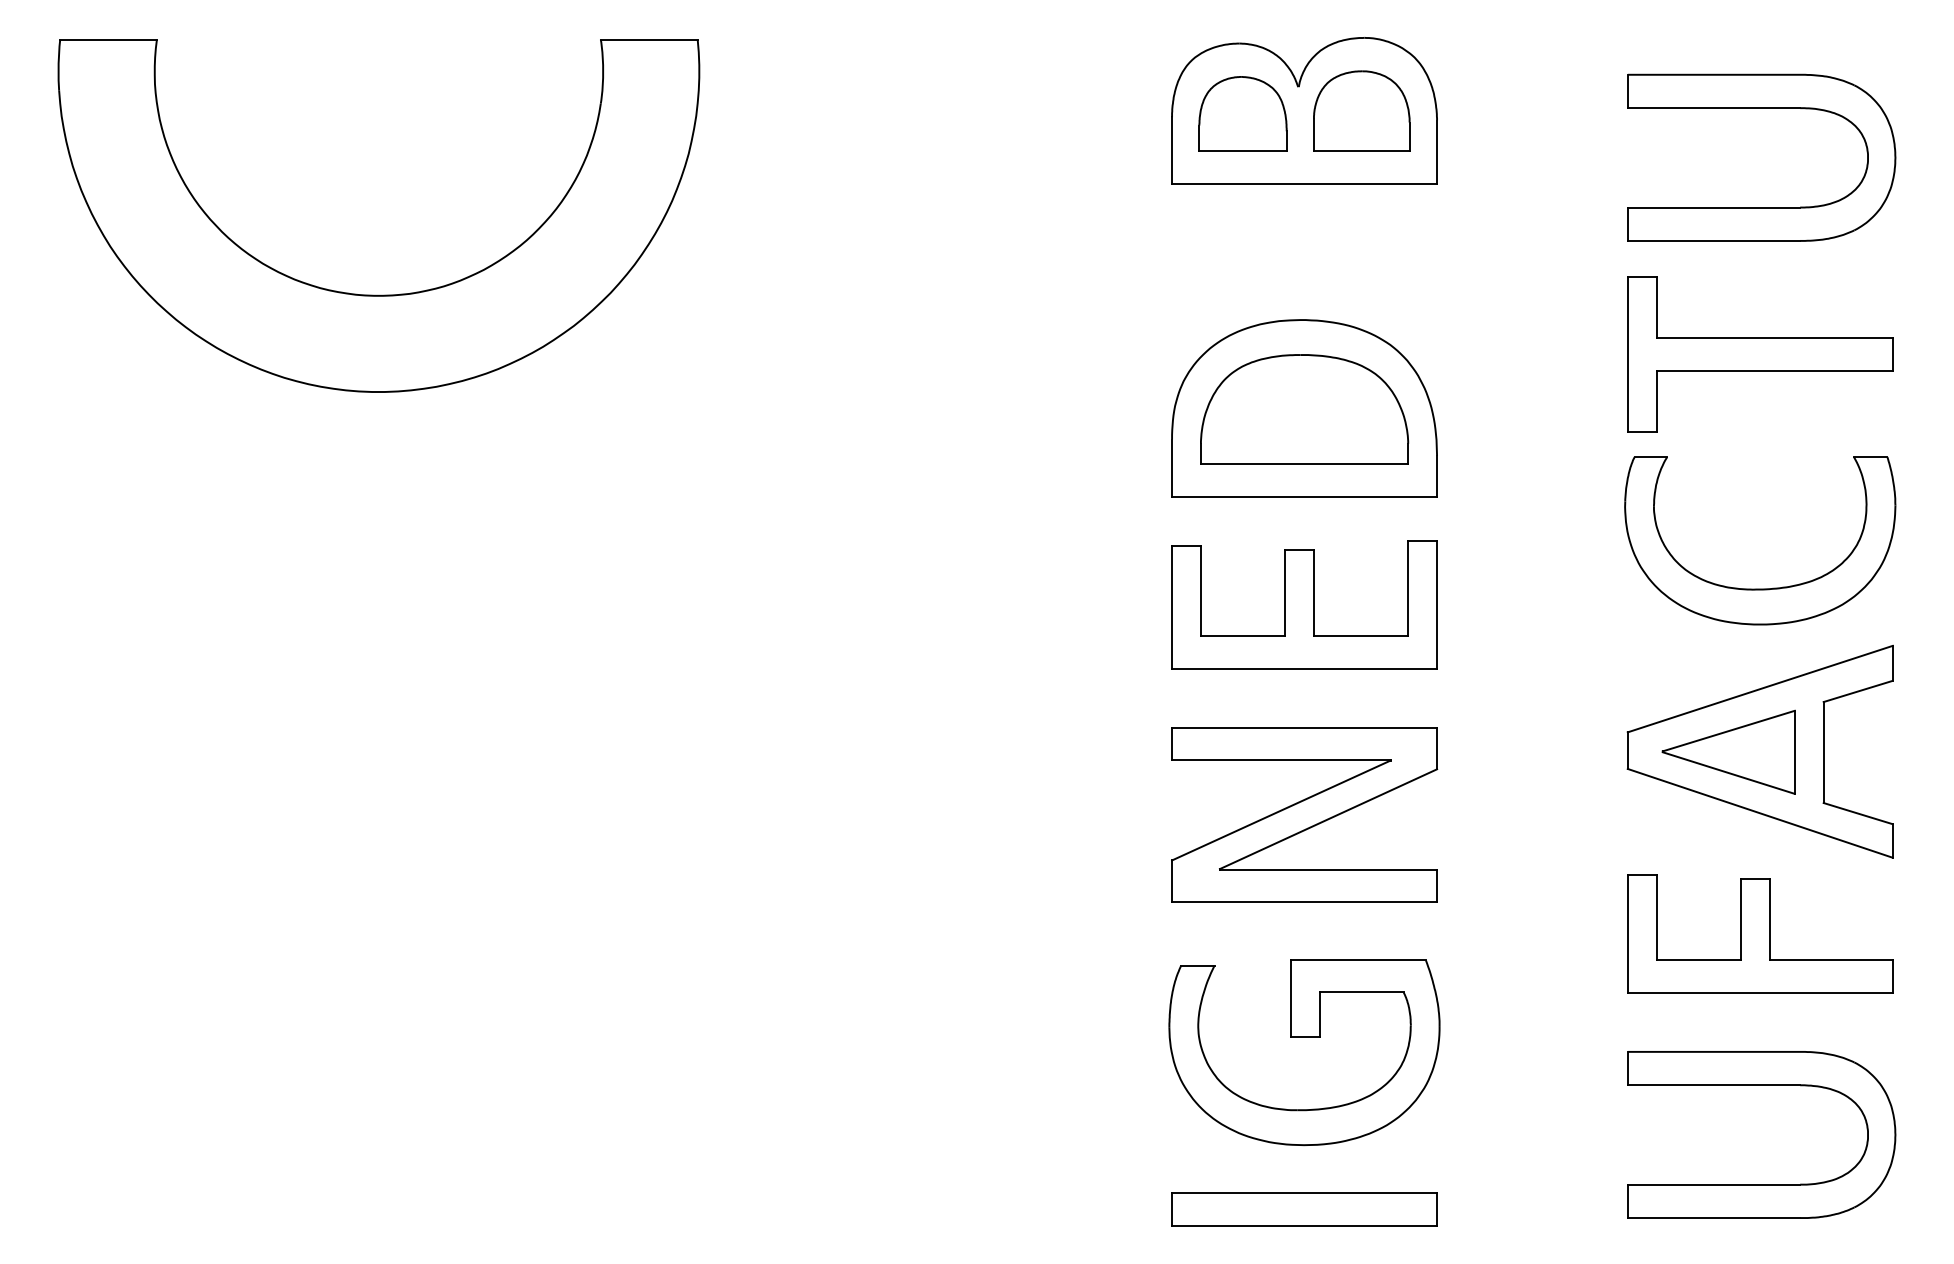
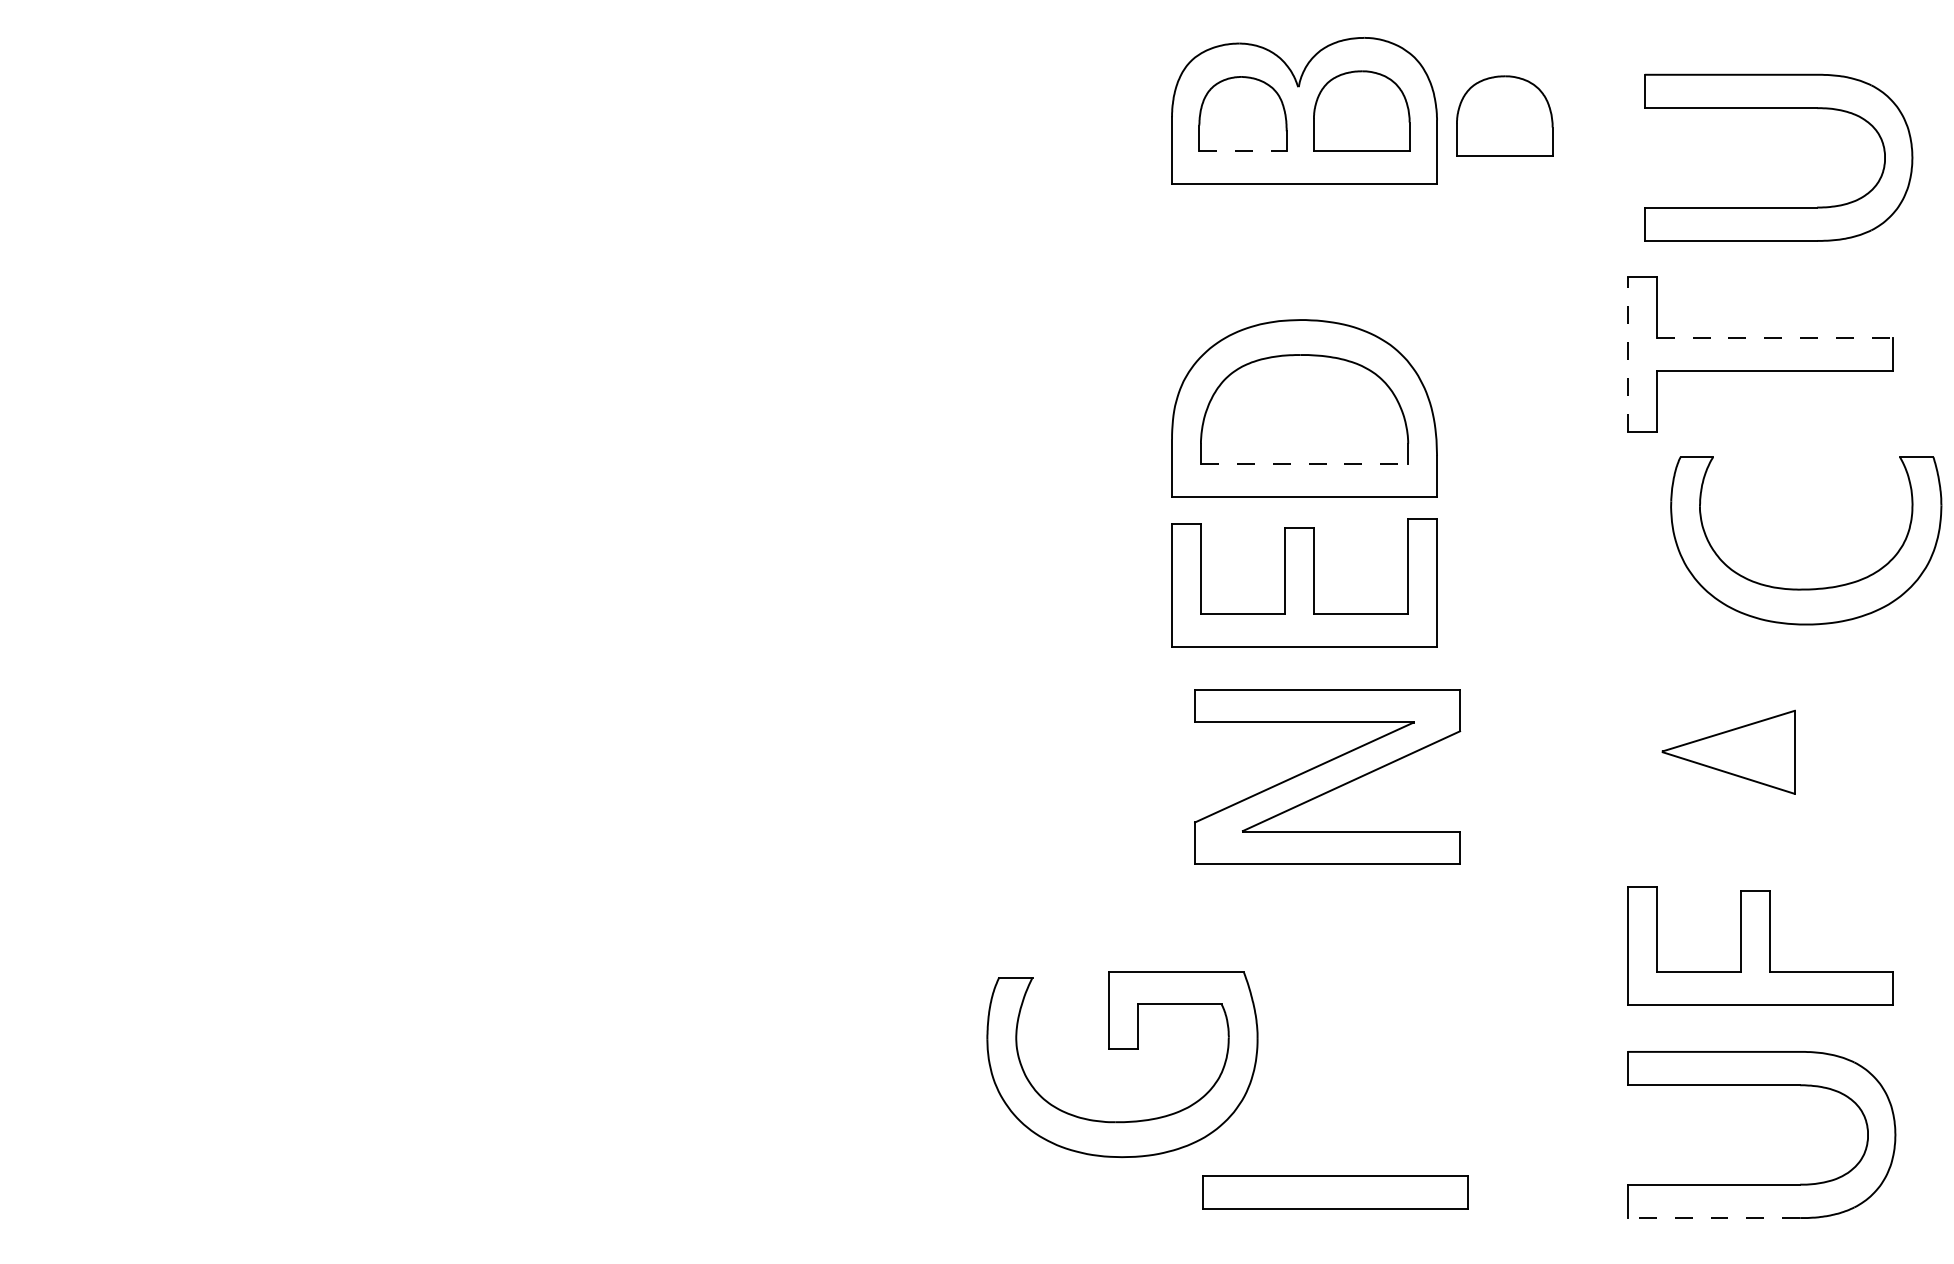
part at (1761, 108) position: (1761, 108) -> (1778, 108)
part at (1504, 115): none -> present
line at (1243, 151): solid -> dashed
part at (378, 294): present -> none
line at (1775, 337): solid -> dashed
line at (1627, 354): solid -> dashed
line at (1304, 463): solid -> dashed
part at (1760, 588) position: (1760, 588) -> (1806, 588)
part at (1304, 604) position: (1304, 604) -> (1304, 582)
part at (1759, 751): present -> none
part at (1304, 814) position: (1304, 814) -> (1327, 776)
part at (1760, 933) position: (1760, 933) -> (1760, 945)
part at (1304, 1037) position: (1304, 1037) -> (1122, 1049)
part at (1304, 1209) position: (1304, 1209) -> (1335, 1192)
line at (1713, 1218): solid -> dashed
